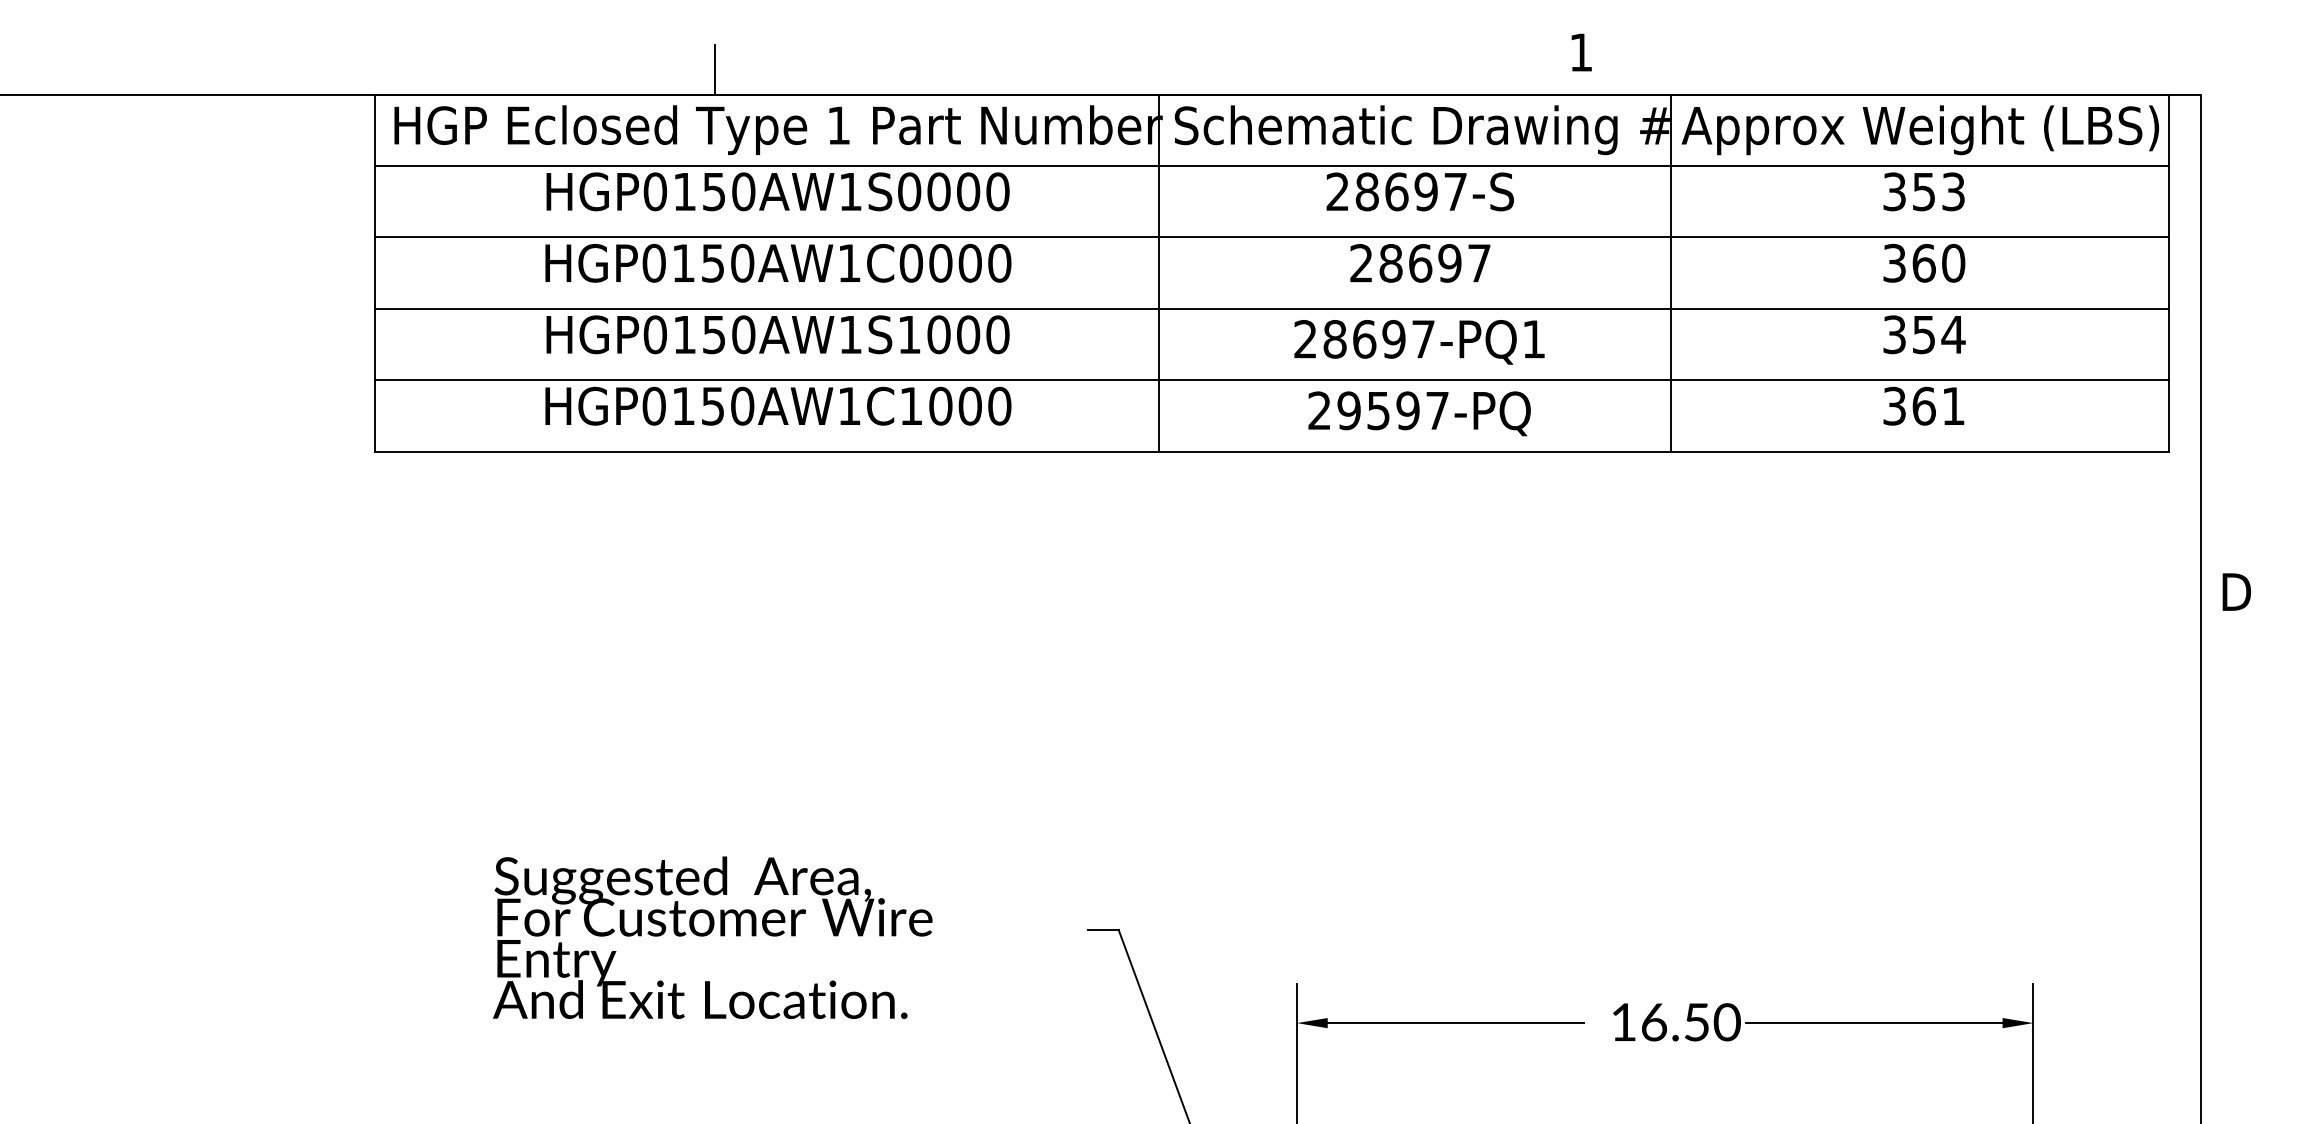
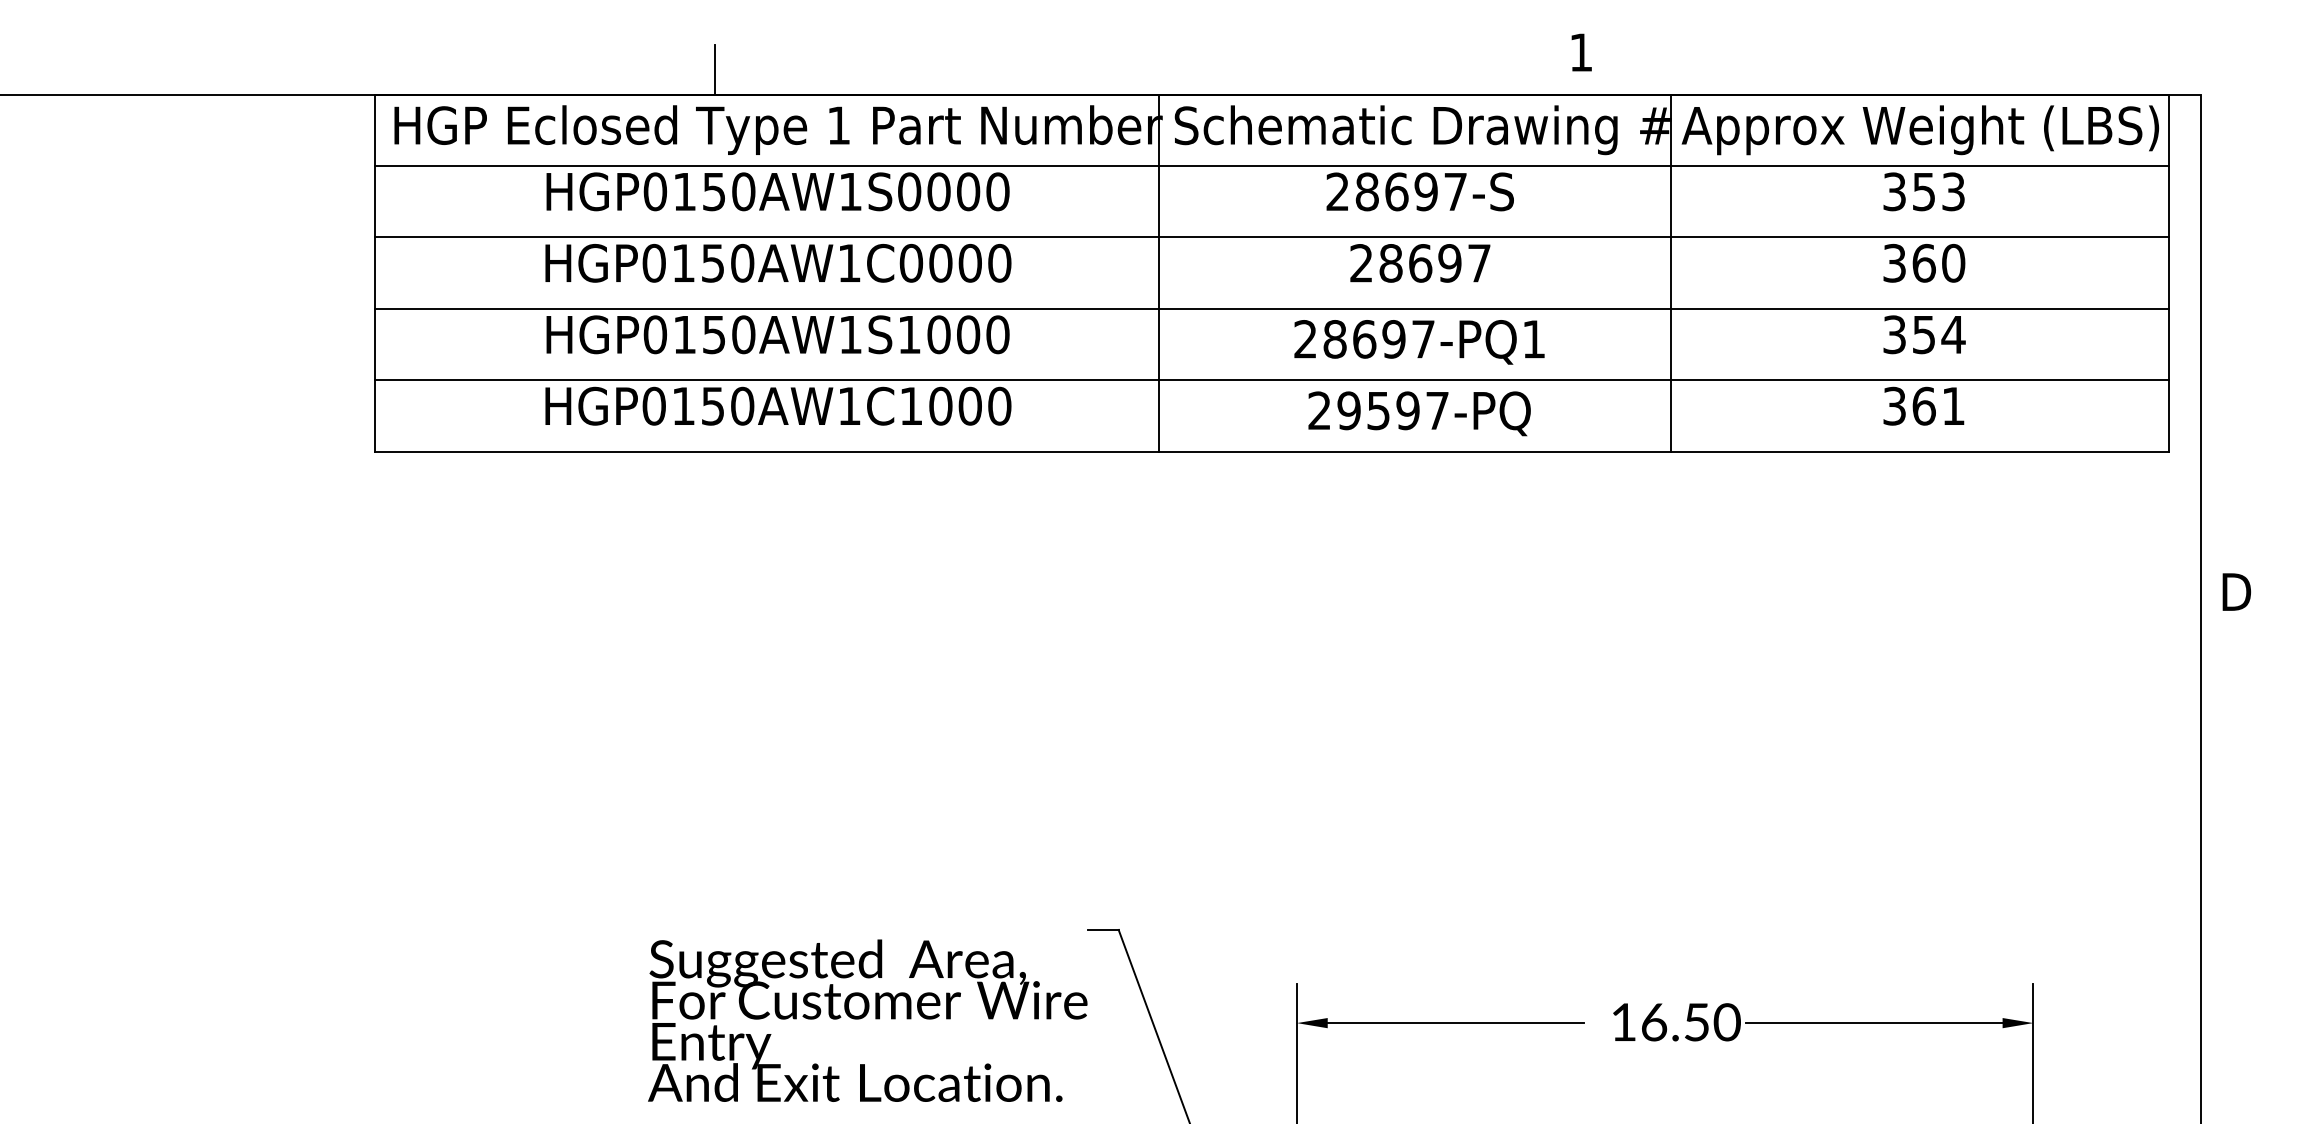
text at (712, 937) position: (712, 937) -> (867, 1020)
